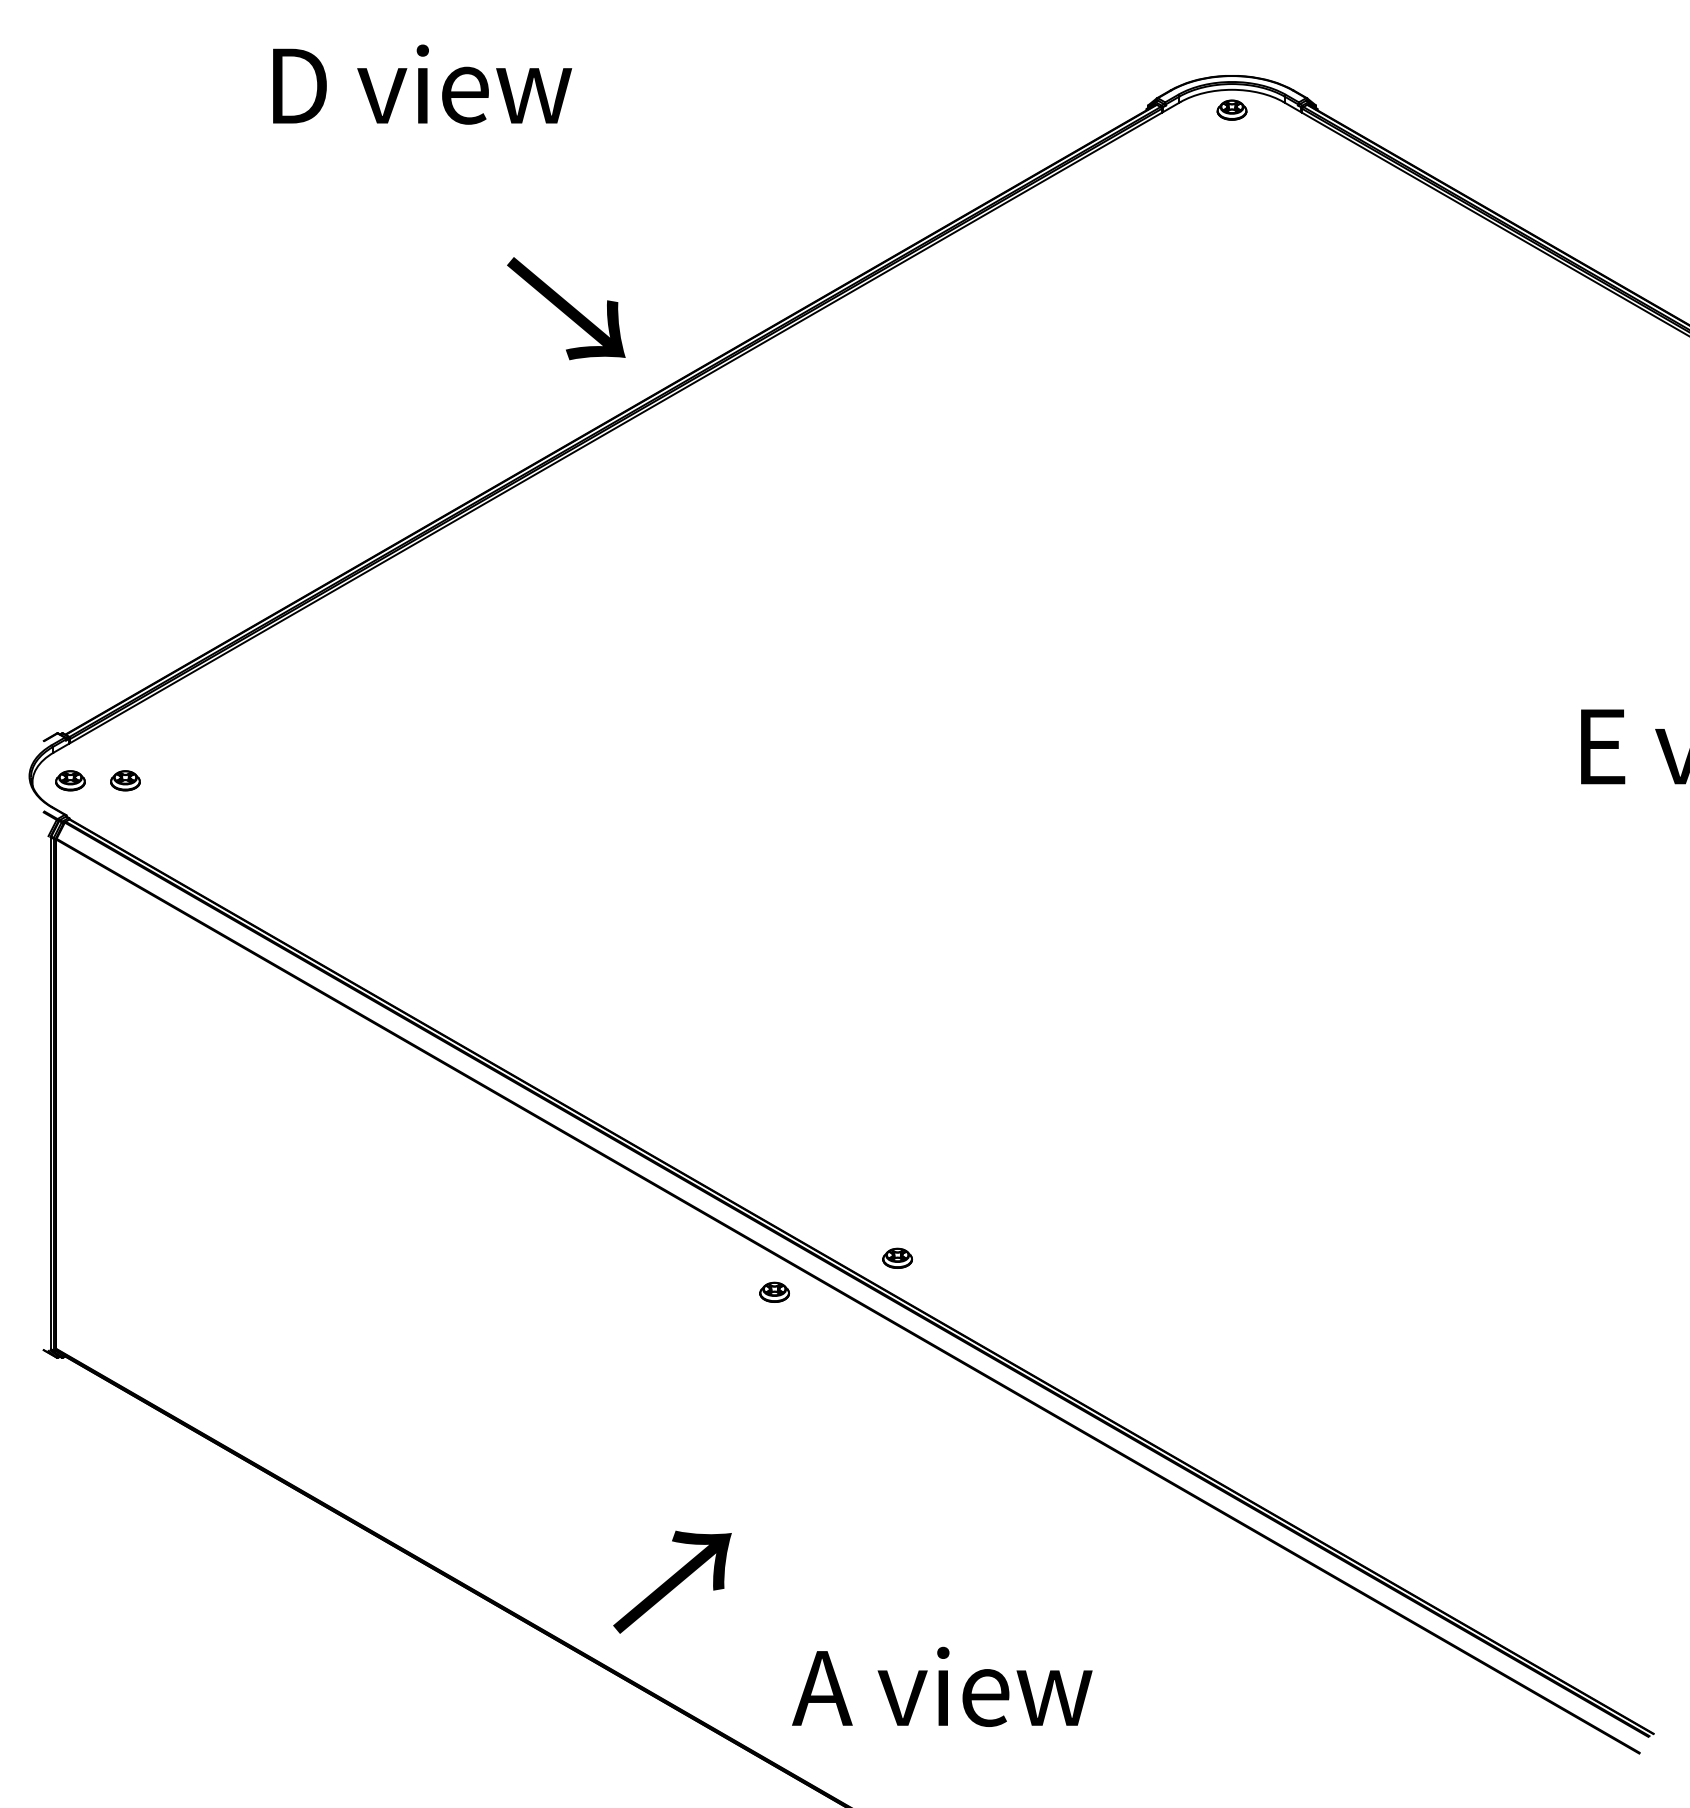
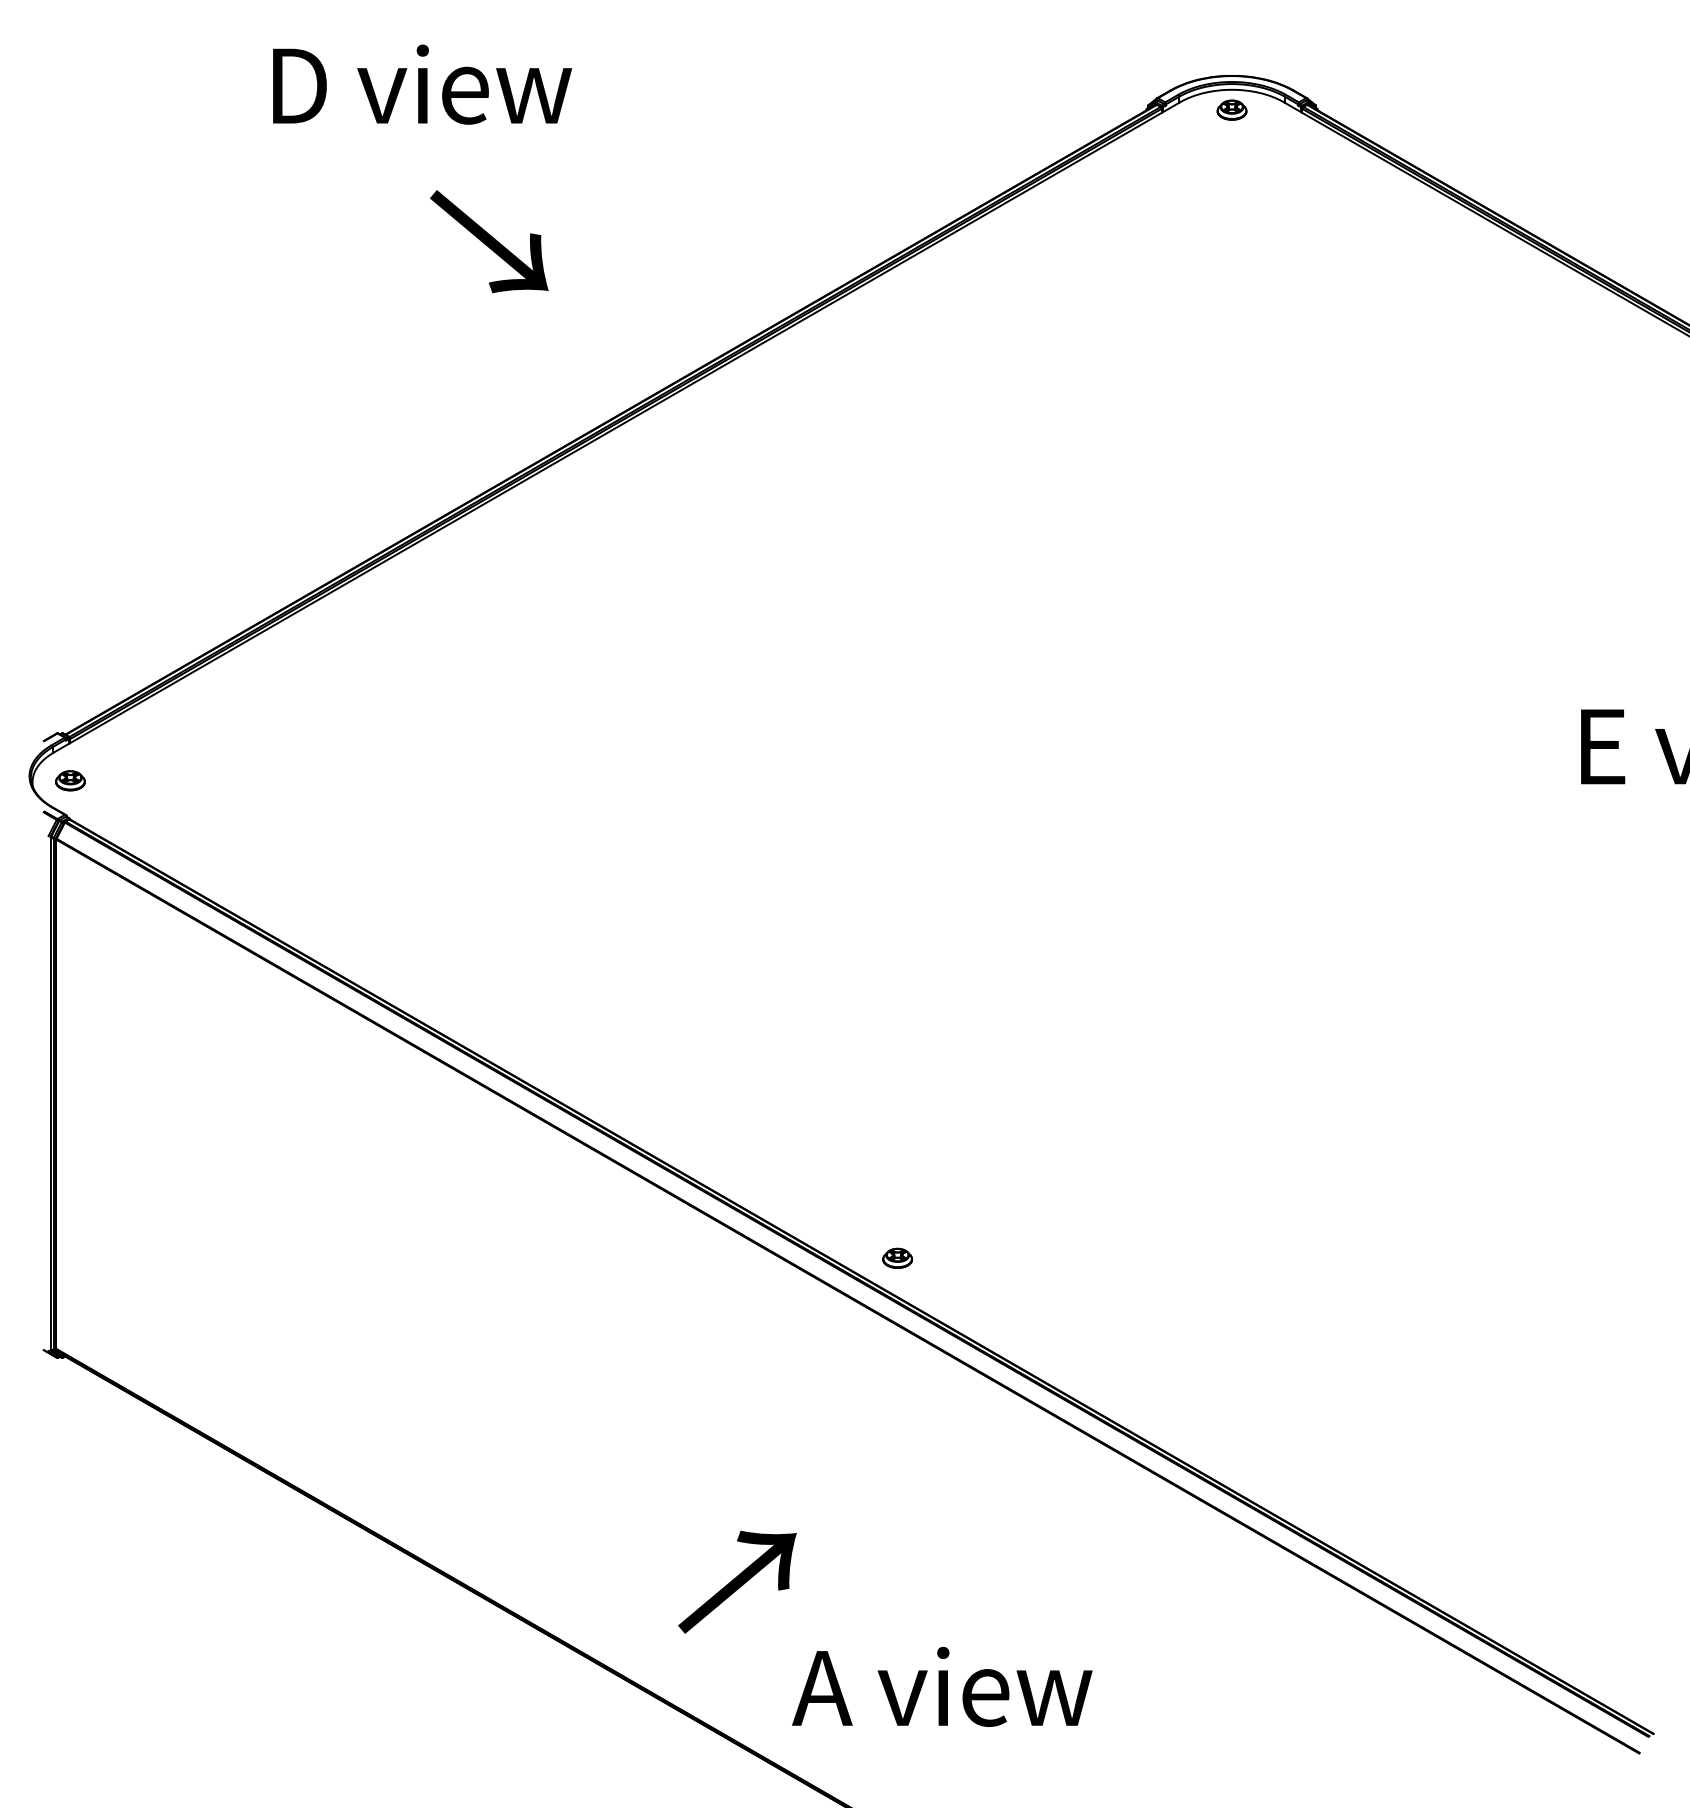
text at (566, 308) position: (566, 308) -> (489, 241)
part at (125, 780): present -> none
part at (774, 1291): present -> none
text at (672, 1581) position: (672, 1581) -> (737, 1581)
